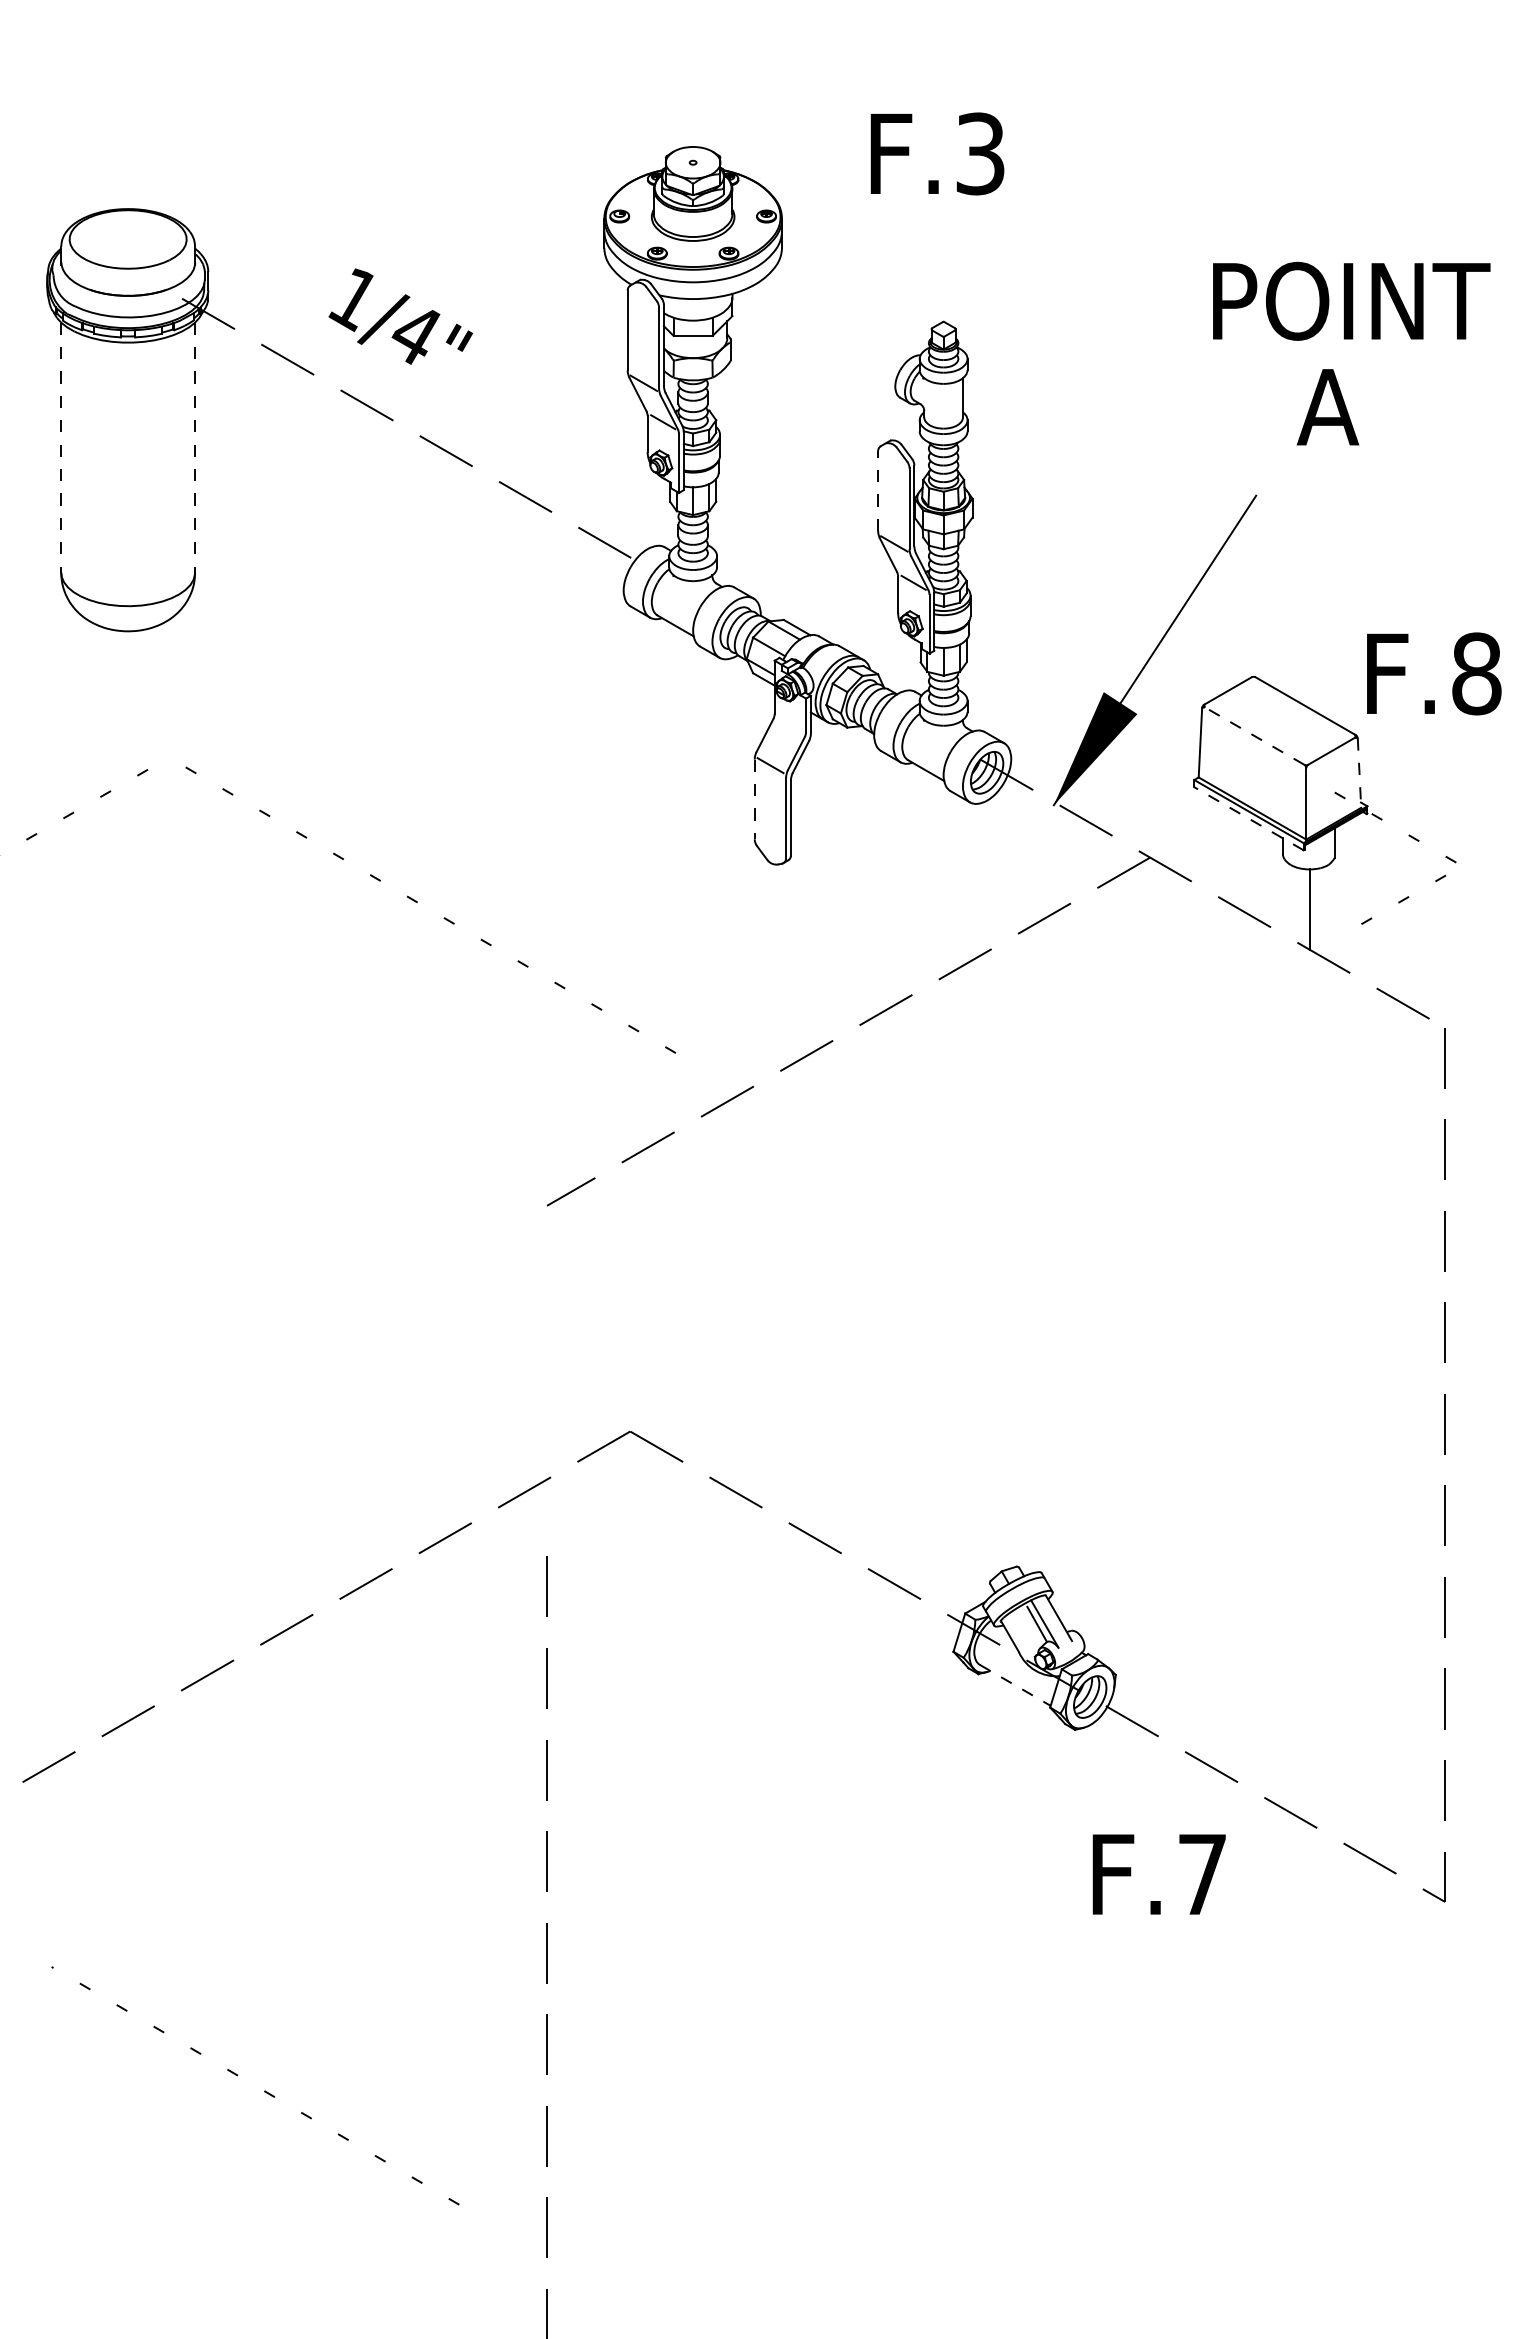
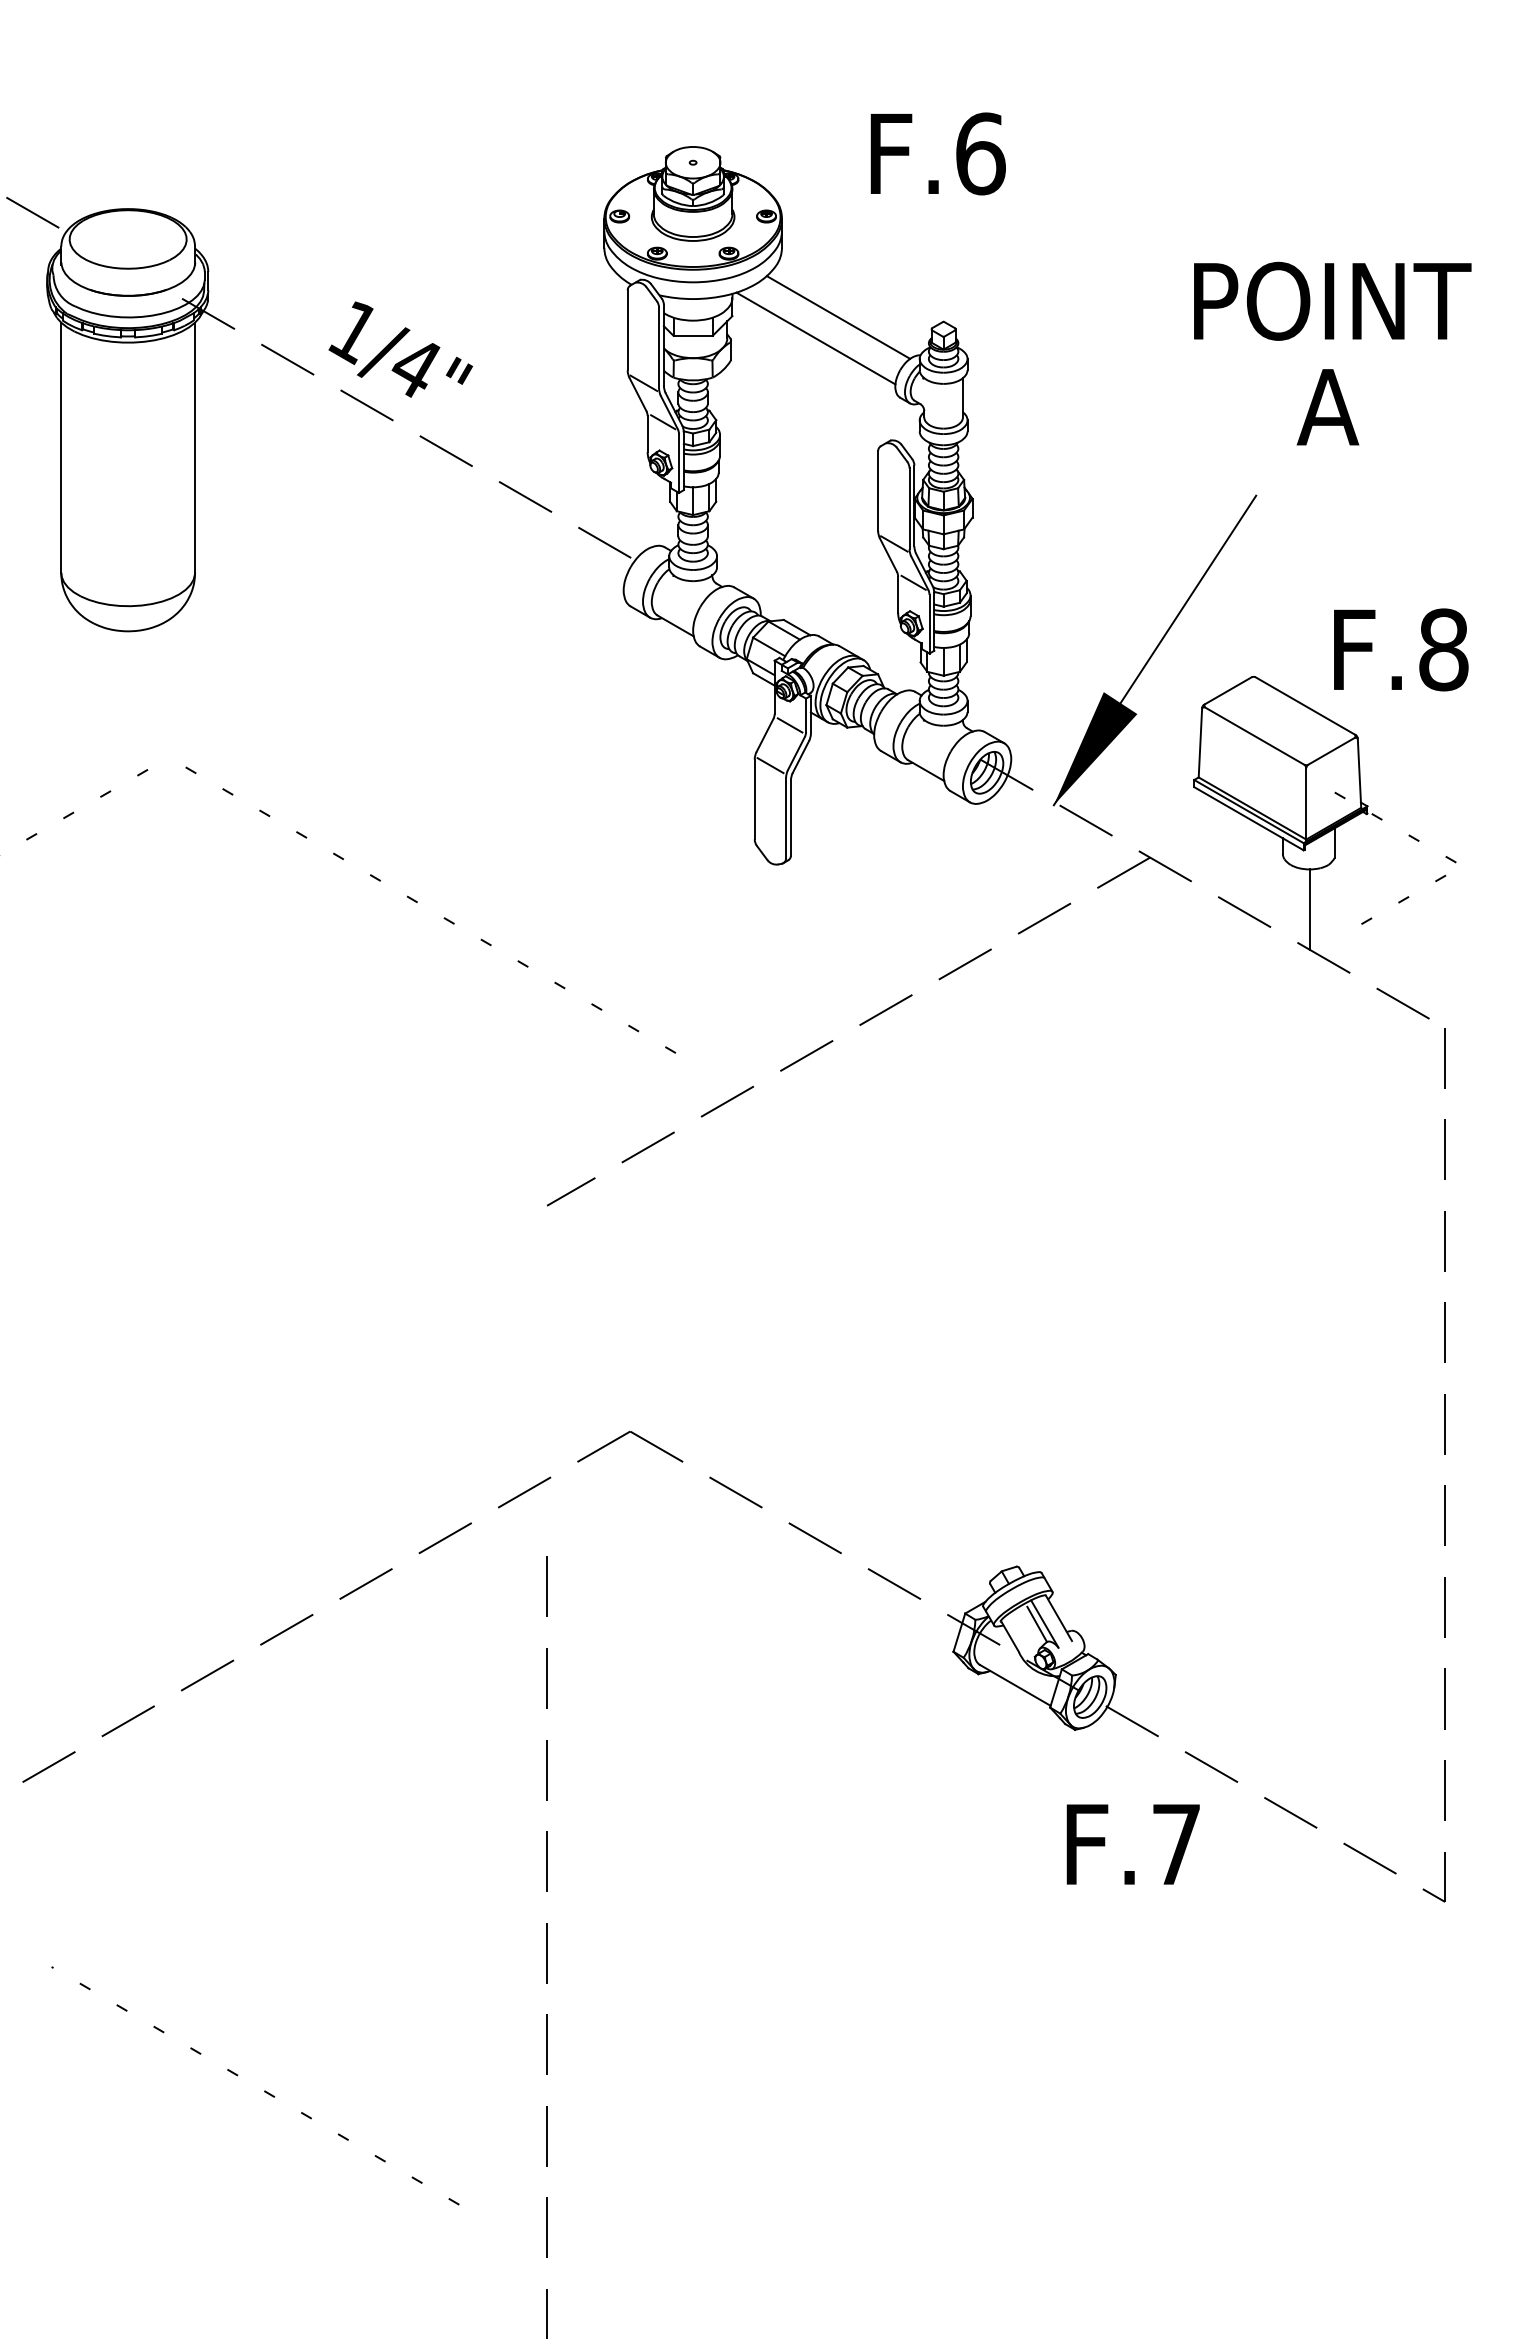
text at (980, 153): F.3 -> F.6
line at (30, 211): none -> present
text at (1351, 300) position: (1351, 300) -> (1332, 300)
text at (400, 316) position: (400, 316) -> (400, 349)
line at (838, 317): none -> present
line at (815, 338): none -> present
line at (61, 448): dashed -> solid
line at (195, 448): dashed -> solid
line at (878, 490): dashed -> solid
text at (1434, 673) position: (1434, 673) -> (1401, 649)
line at (789, 725): none -> present
line at (1254, 735): dashed -> solid
line at (1359, 773): dashed -> solid
line at (754, 799): dashed -> solid
line at (1248, 818): dashed -> solid
line at (1015, 1685): dashed -> solid
text at (1158, 1874) position: (1158, 1874) -> (1132, 1844)
